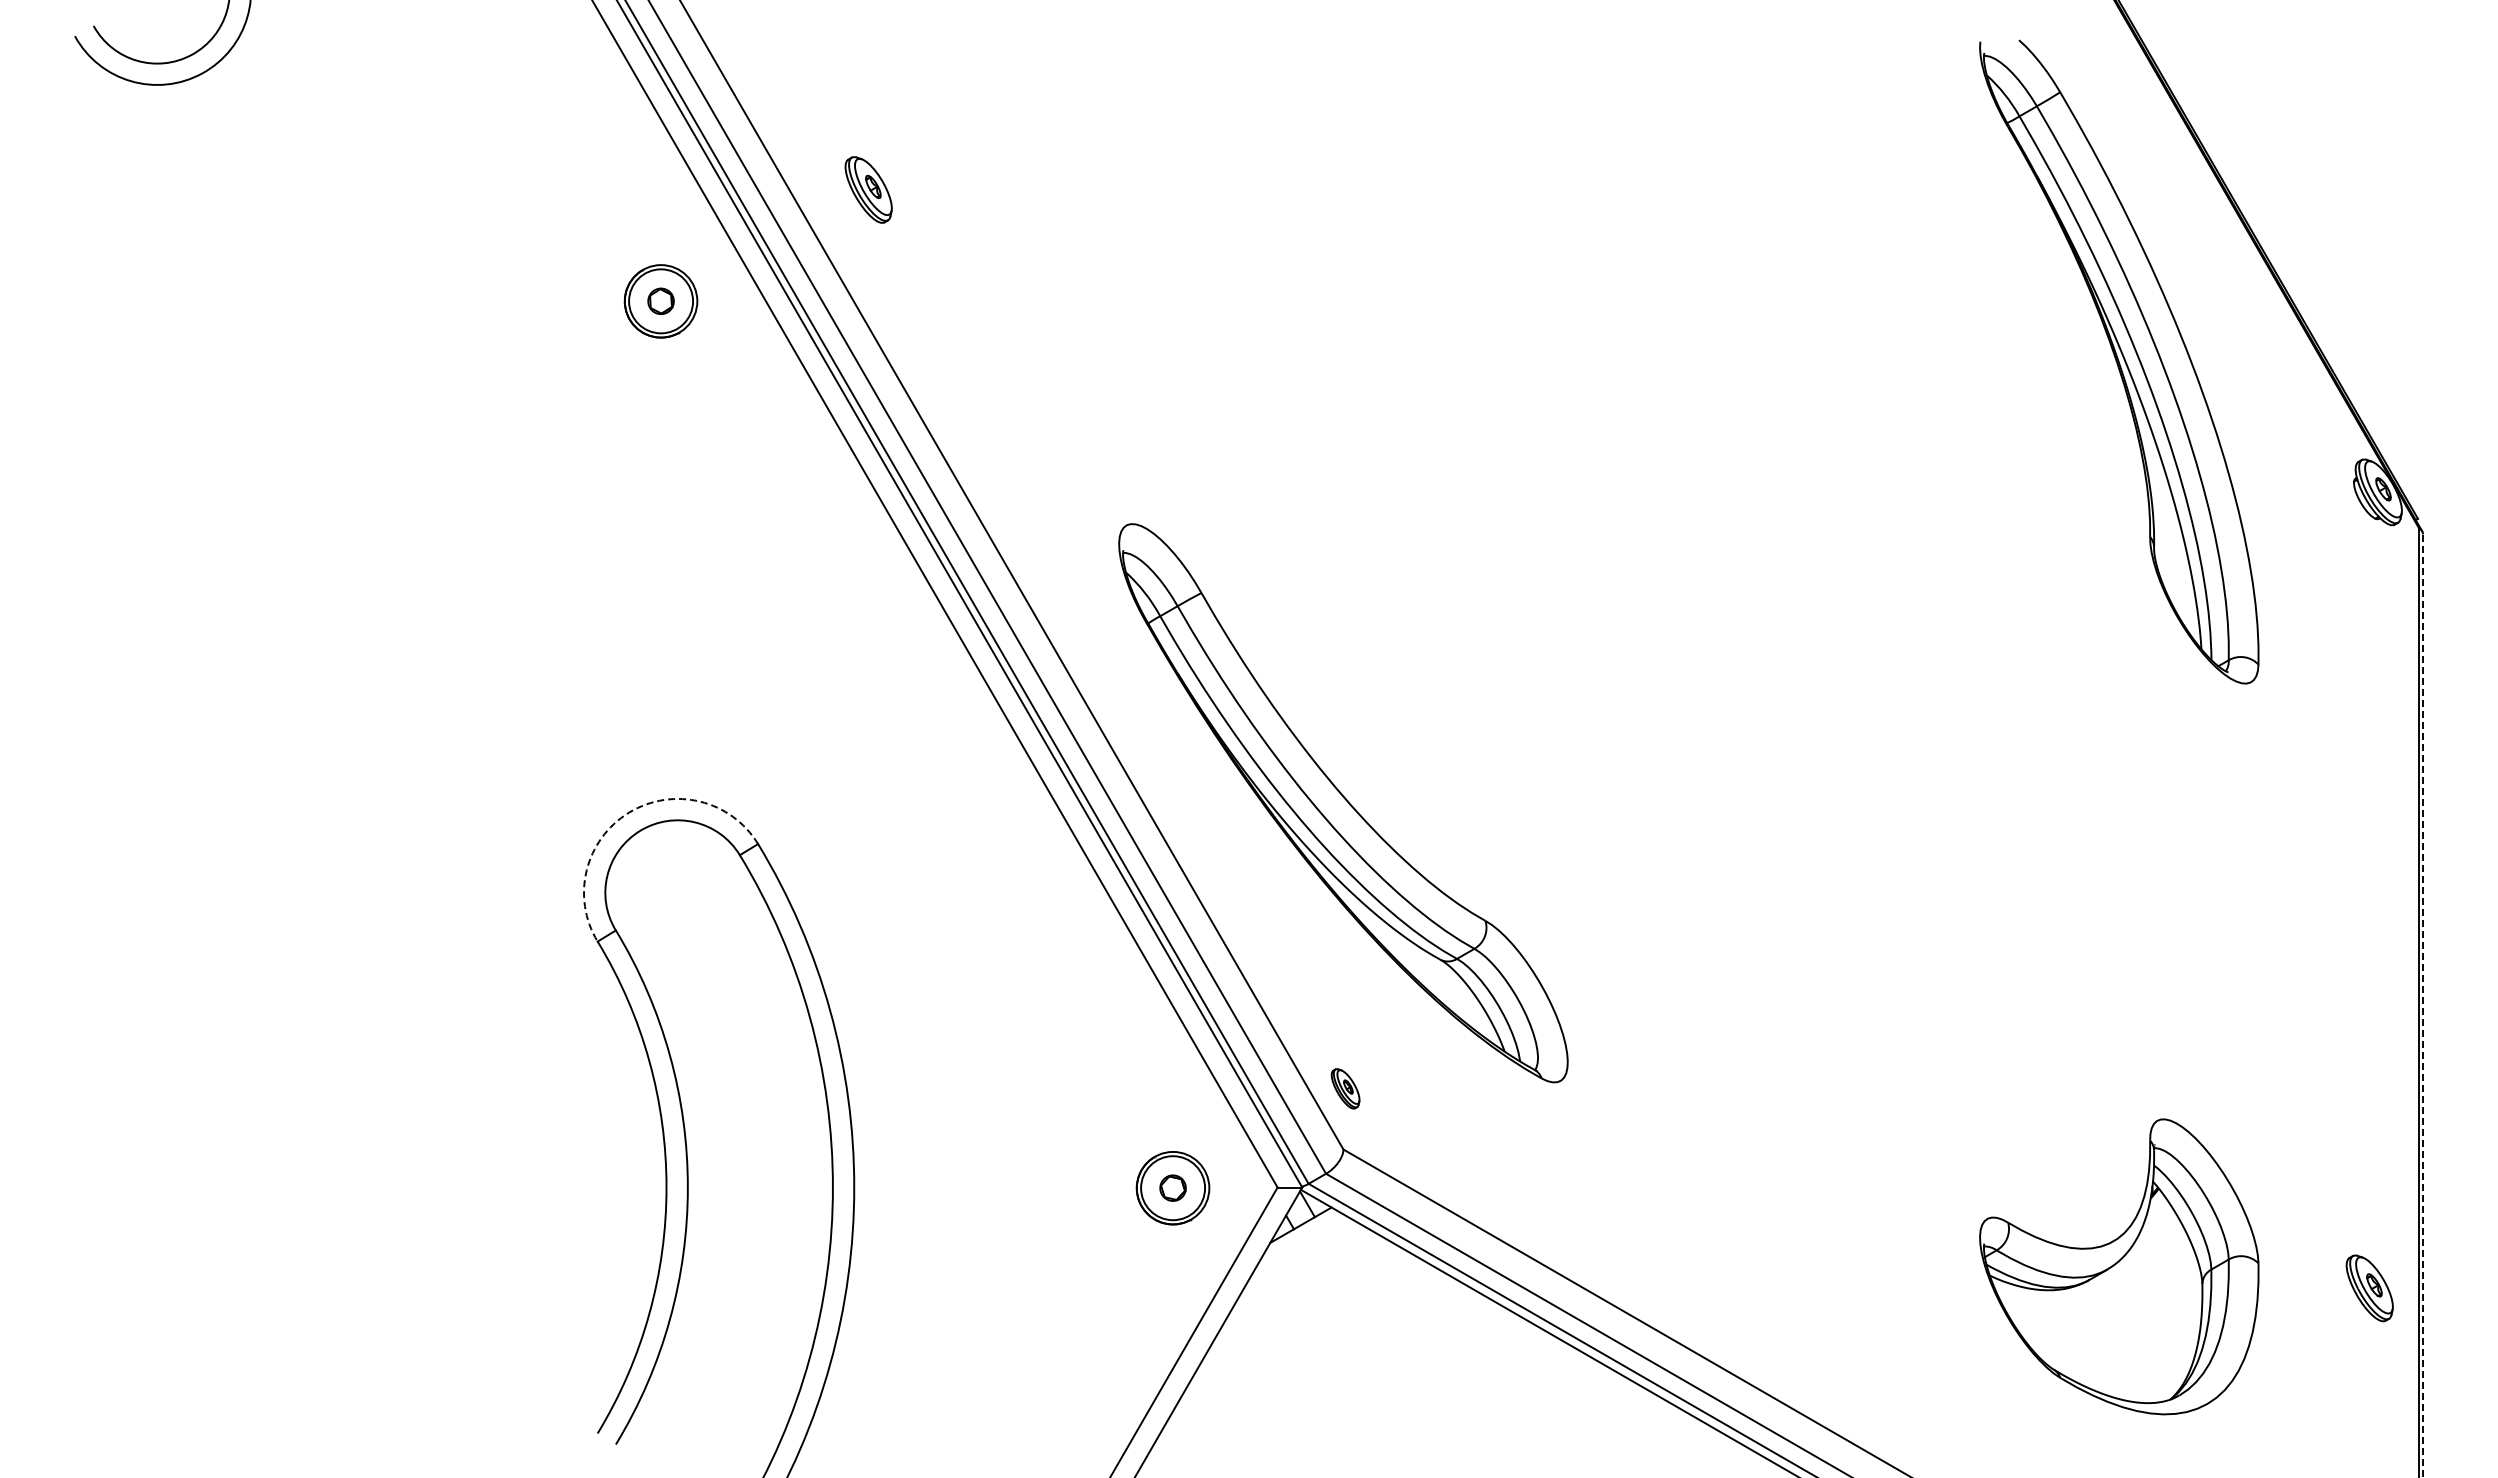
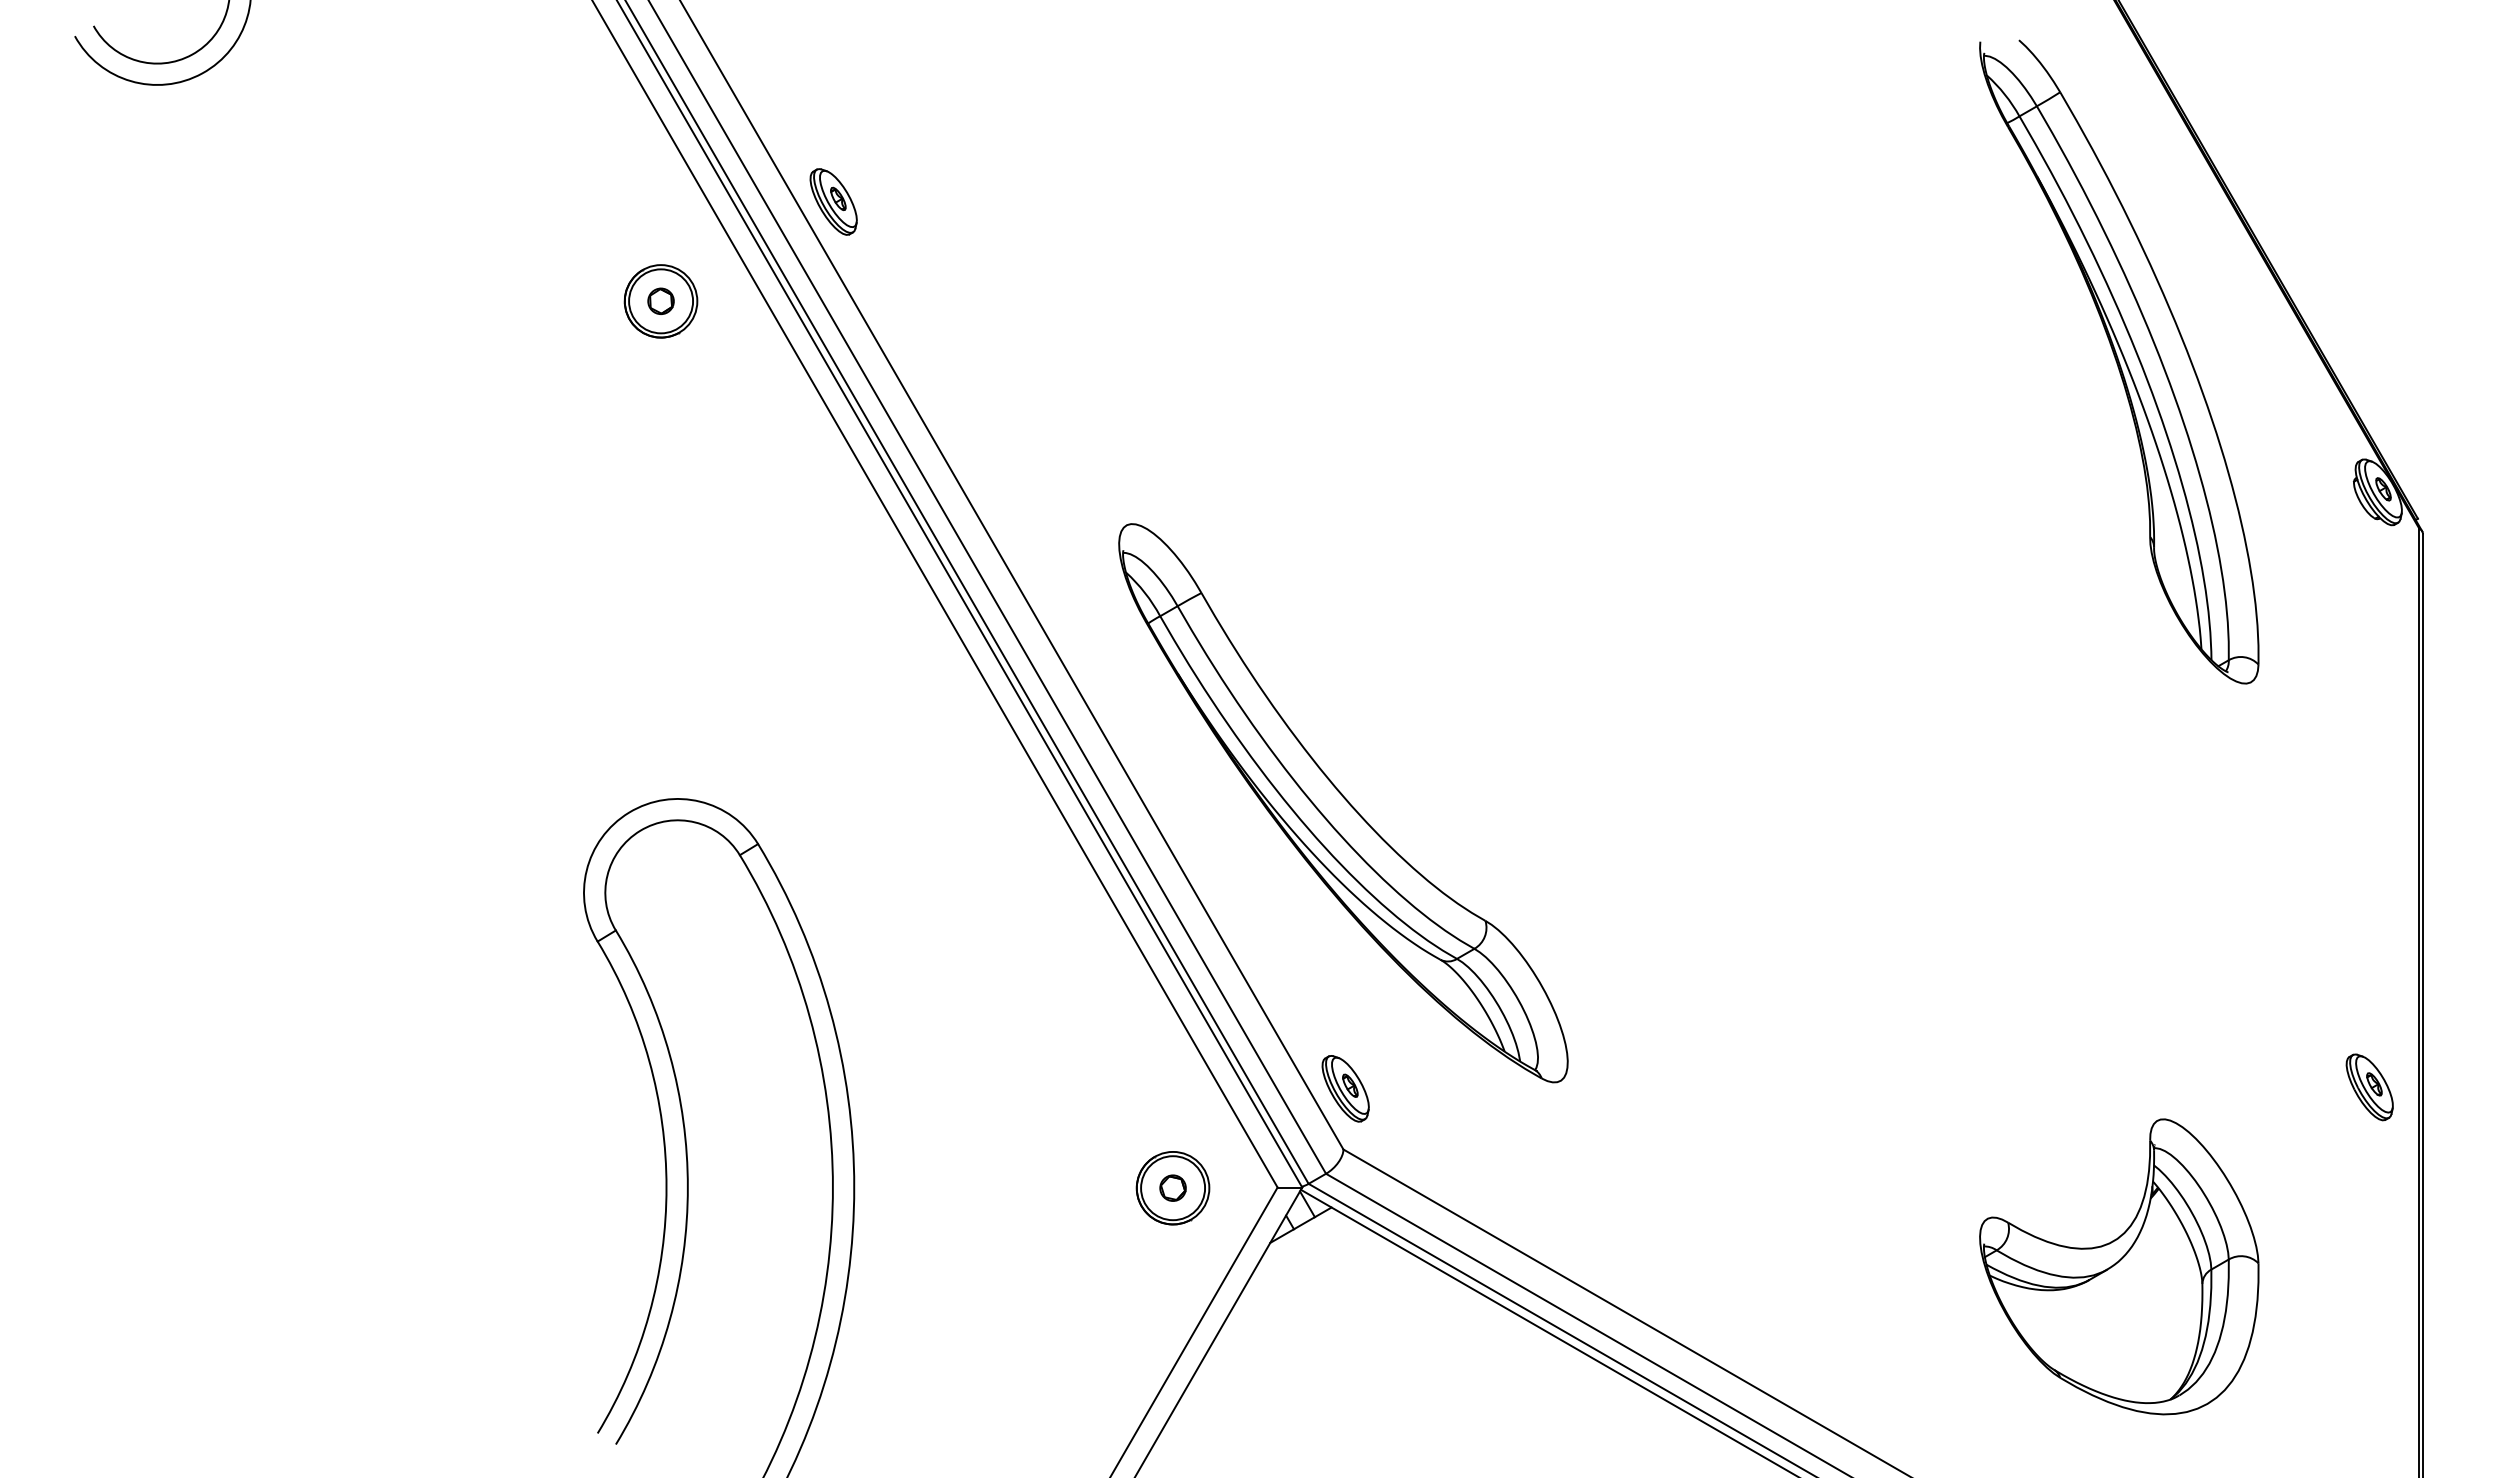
part at (868, 189) position: (868, 189) -> (833, 201)
arc at (629, 812): dashed -> solid
line at (2423, 1006): dashed -> solid
part at (1345, 1088) size: 31x42 px -> 49x68 px
part at (2369, 1288) position: (2369, 1288) -> (2369, 1087)
